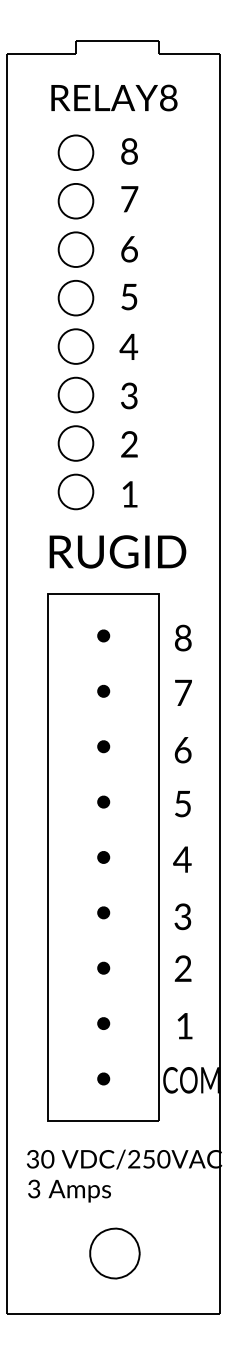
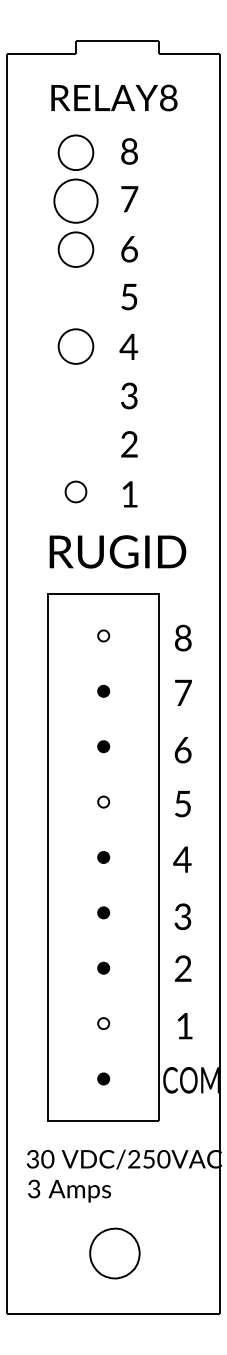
part at (75, 201) size: 38x37 px -> 46x46 px
part at (75, 298): present -> none
part at (75, 394): present -> none
part at (75, 443): present -> none
part at (75, 491) size: 38x38 px -> 24x24 px
fill at (103, 635): present -> none
fill at (103, 801): present -> none
fill at (103, 1023): present -> none
